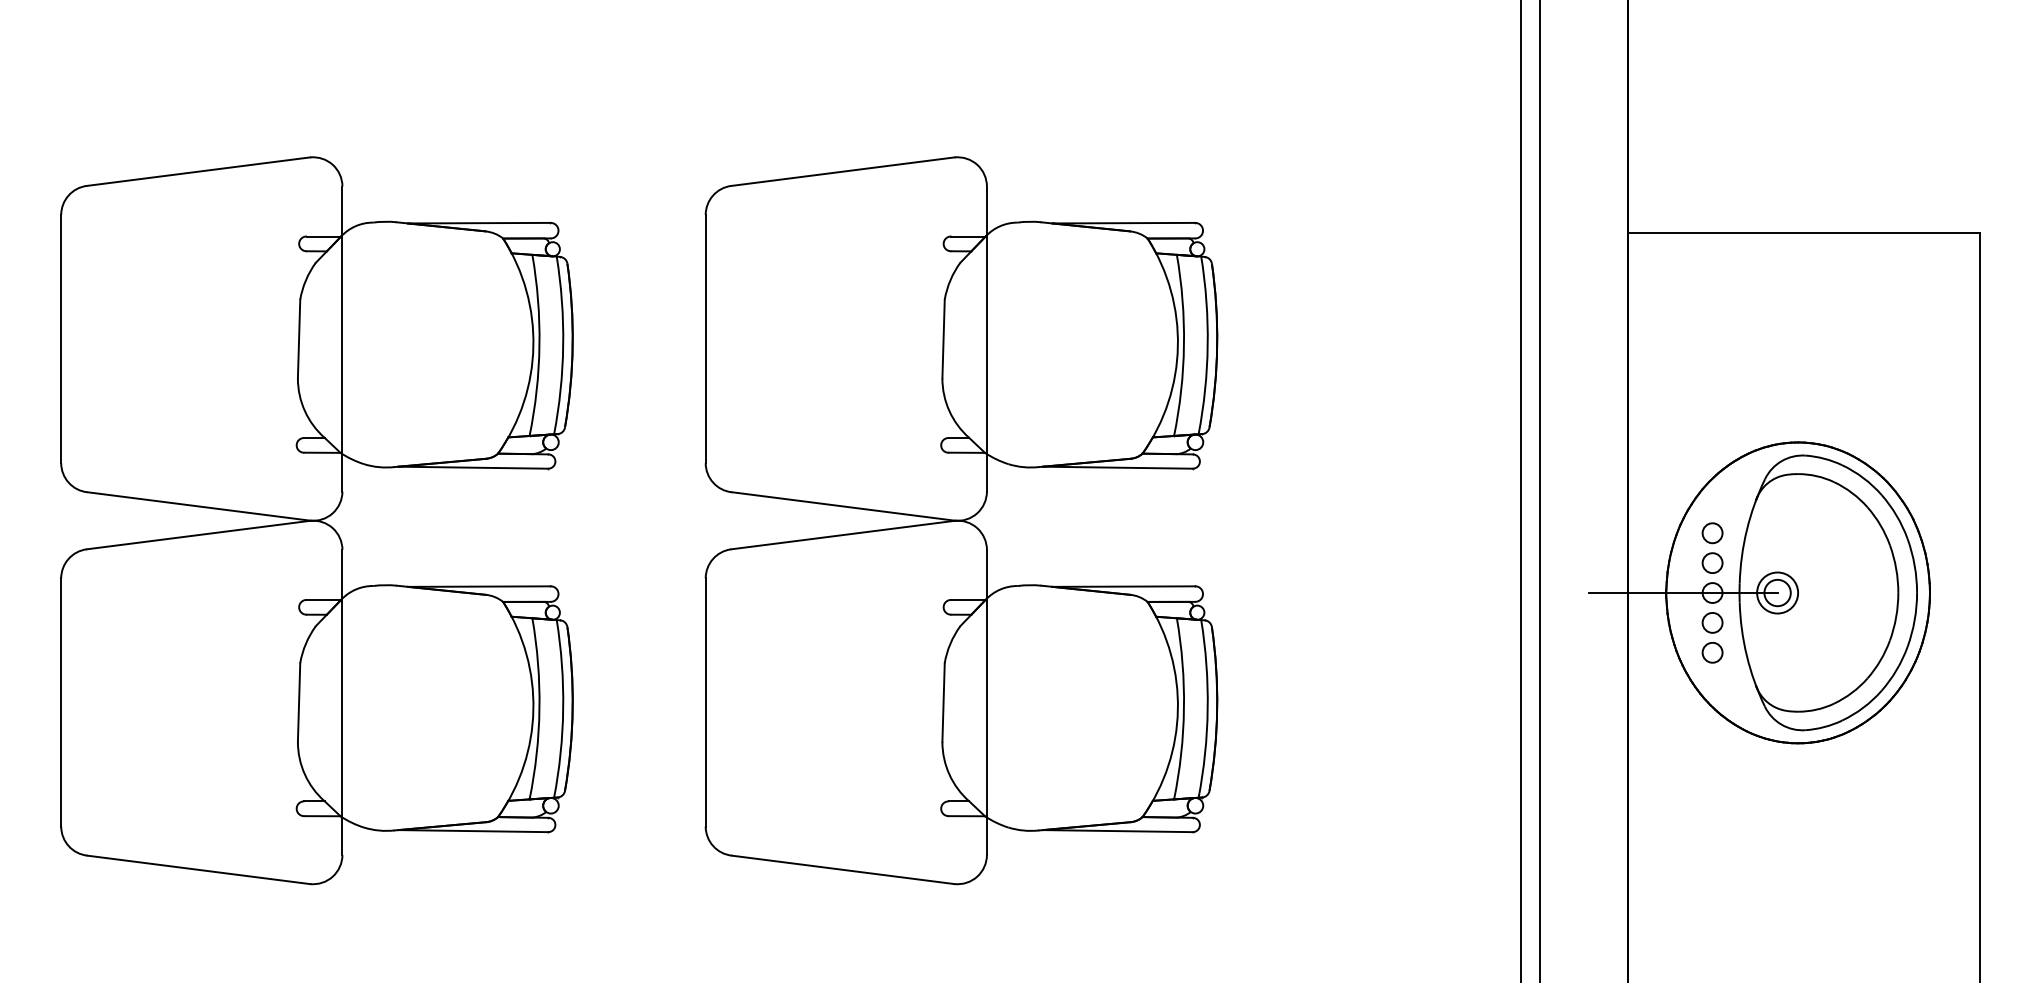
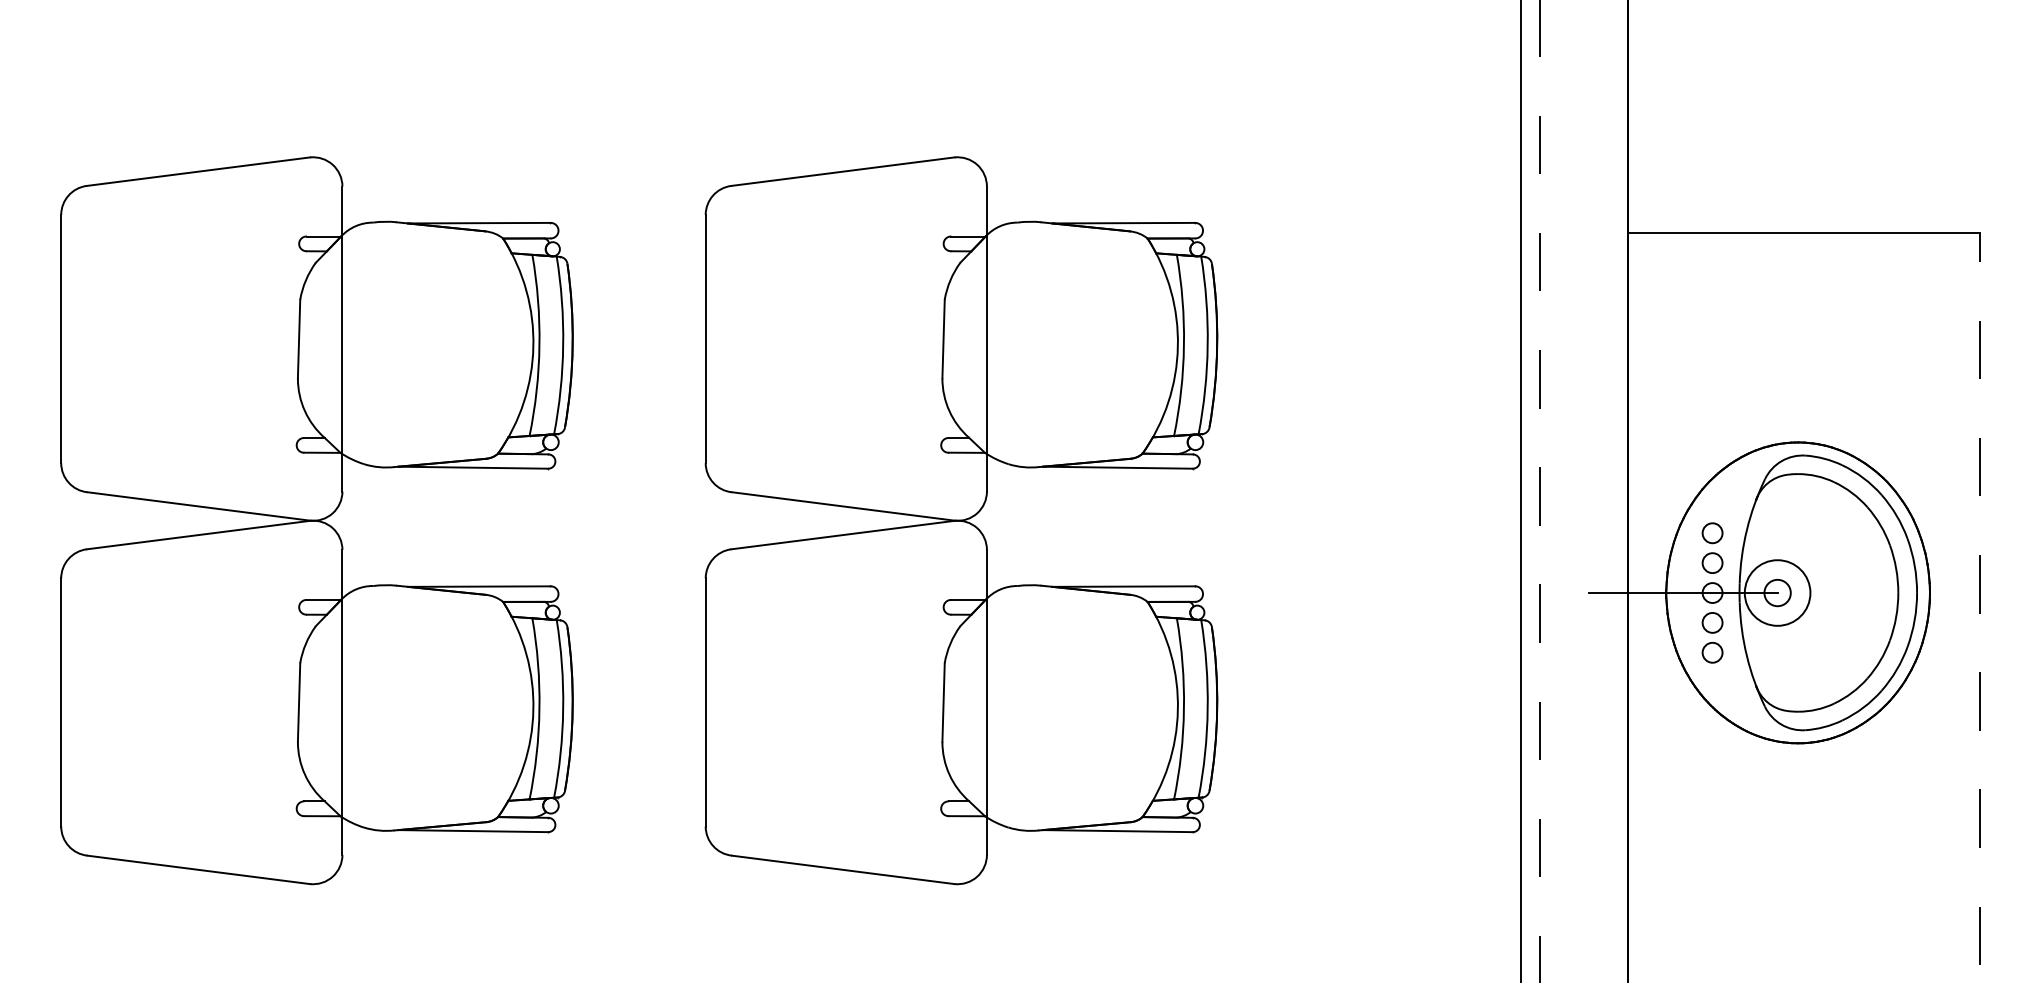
line at (1540, 491): solid -> dashed
circle at (1777, 592) diameter: 41 px -> 66 px
line at (1979, 607): solid -> dashed
